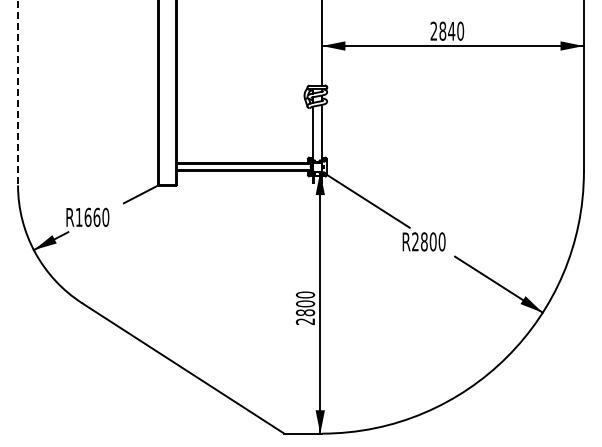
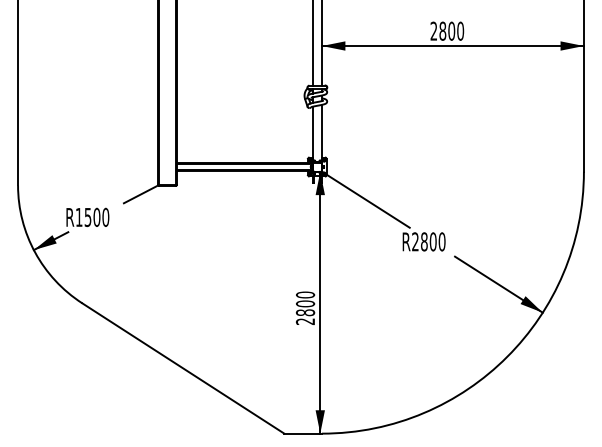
text at (451, 30): 2840 -> 2800
line at (312, 44): none -> present
line at (18, 93): dashed -> solid
text at (92, 217): R1660 -> R1500
